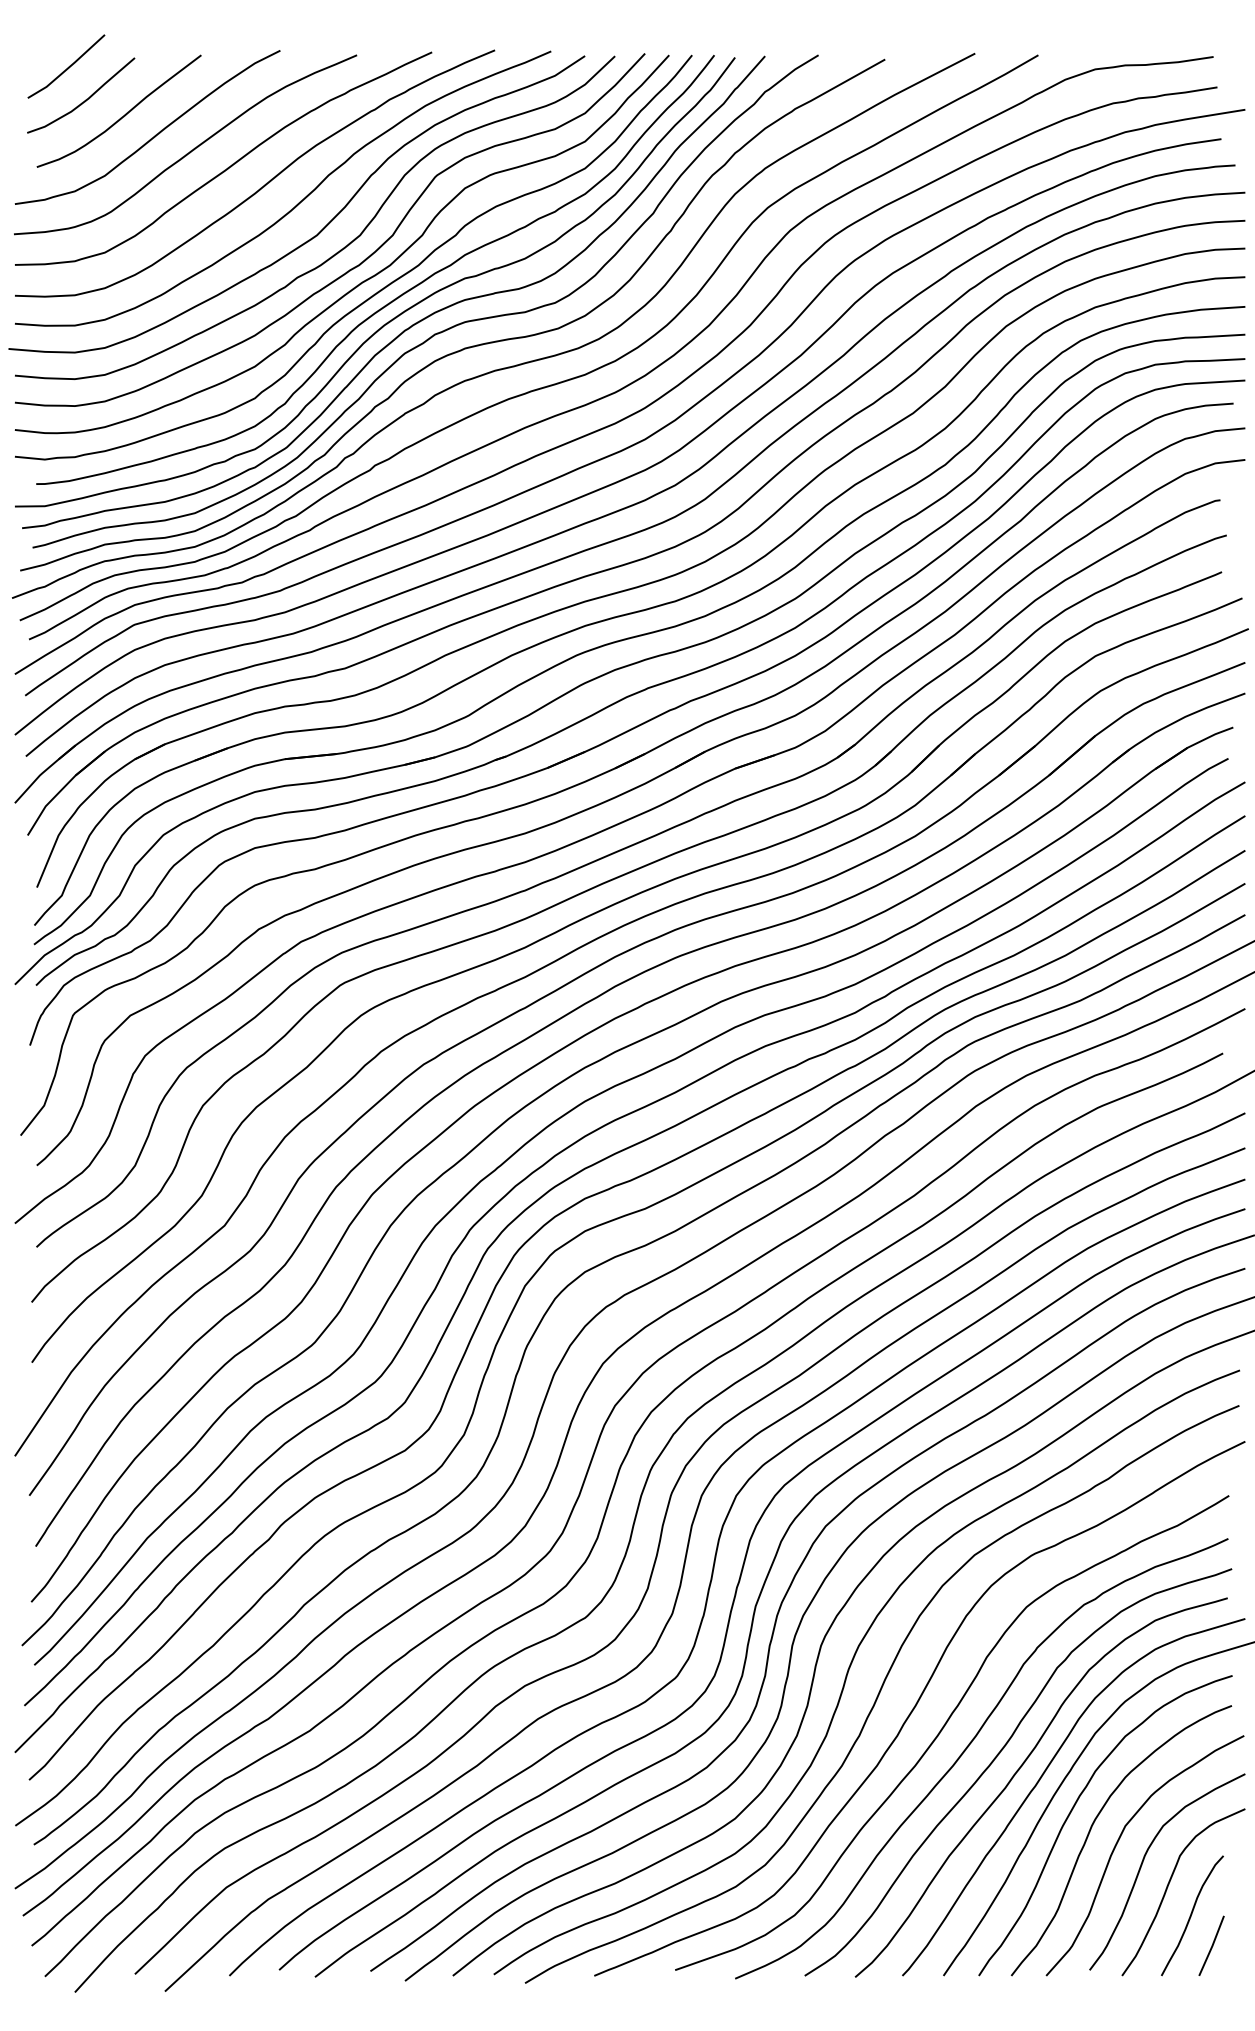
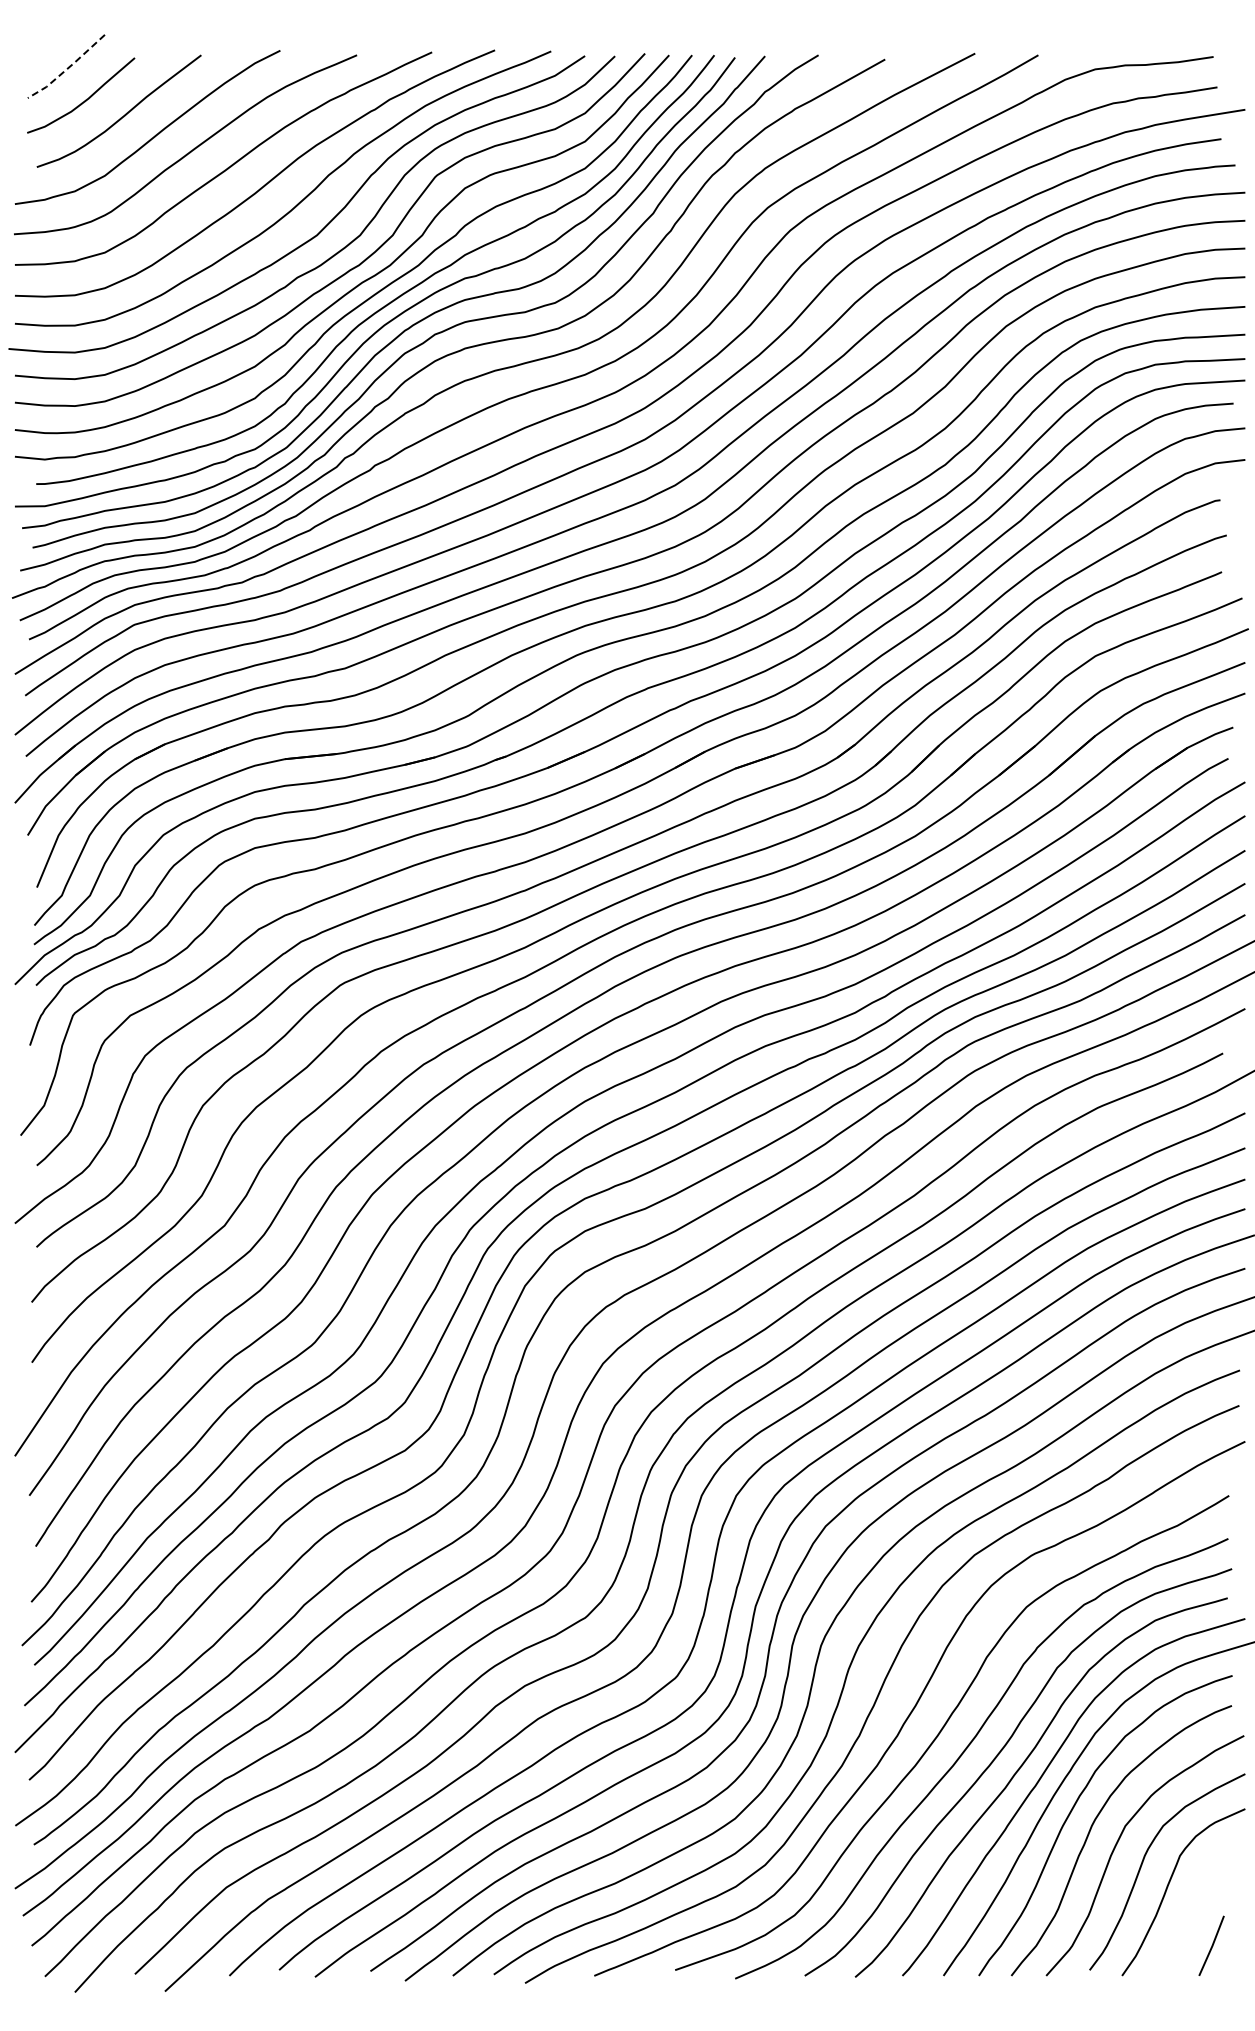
line at (67, 68): solid -> dashed
curve at (1192, 1914): present -> none
